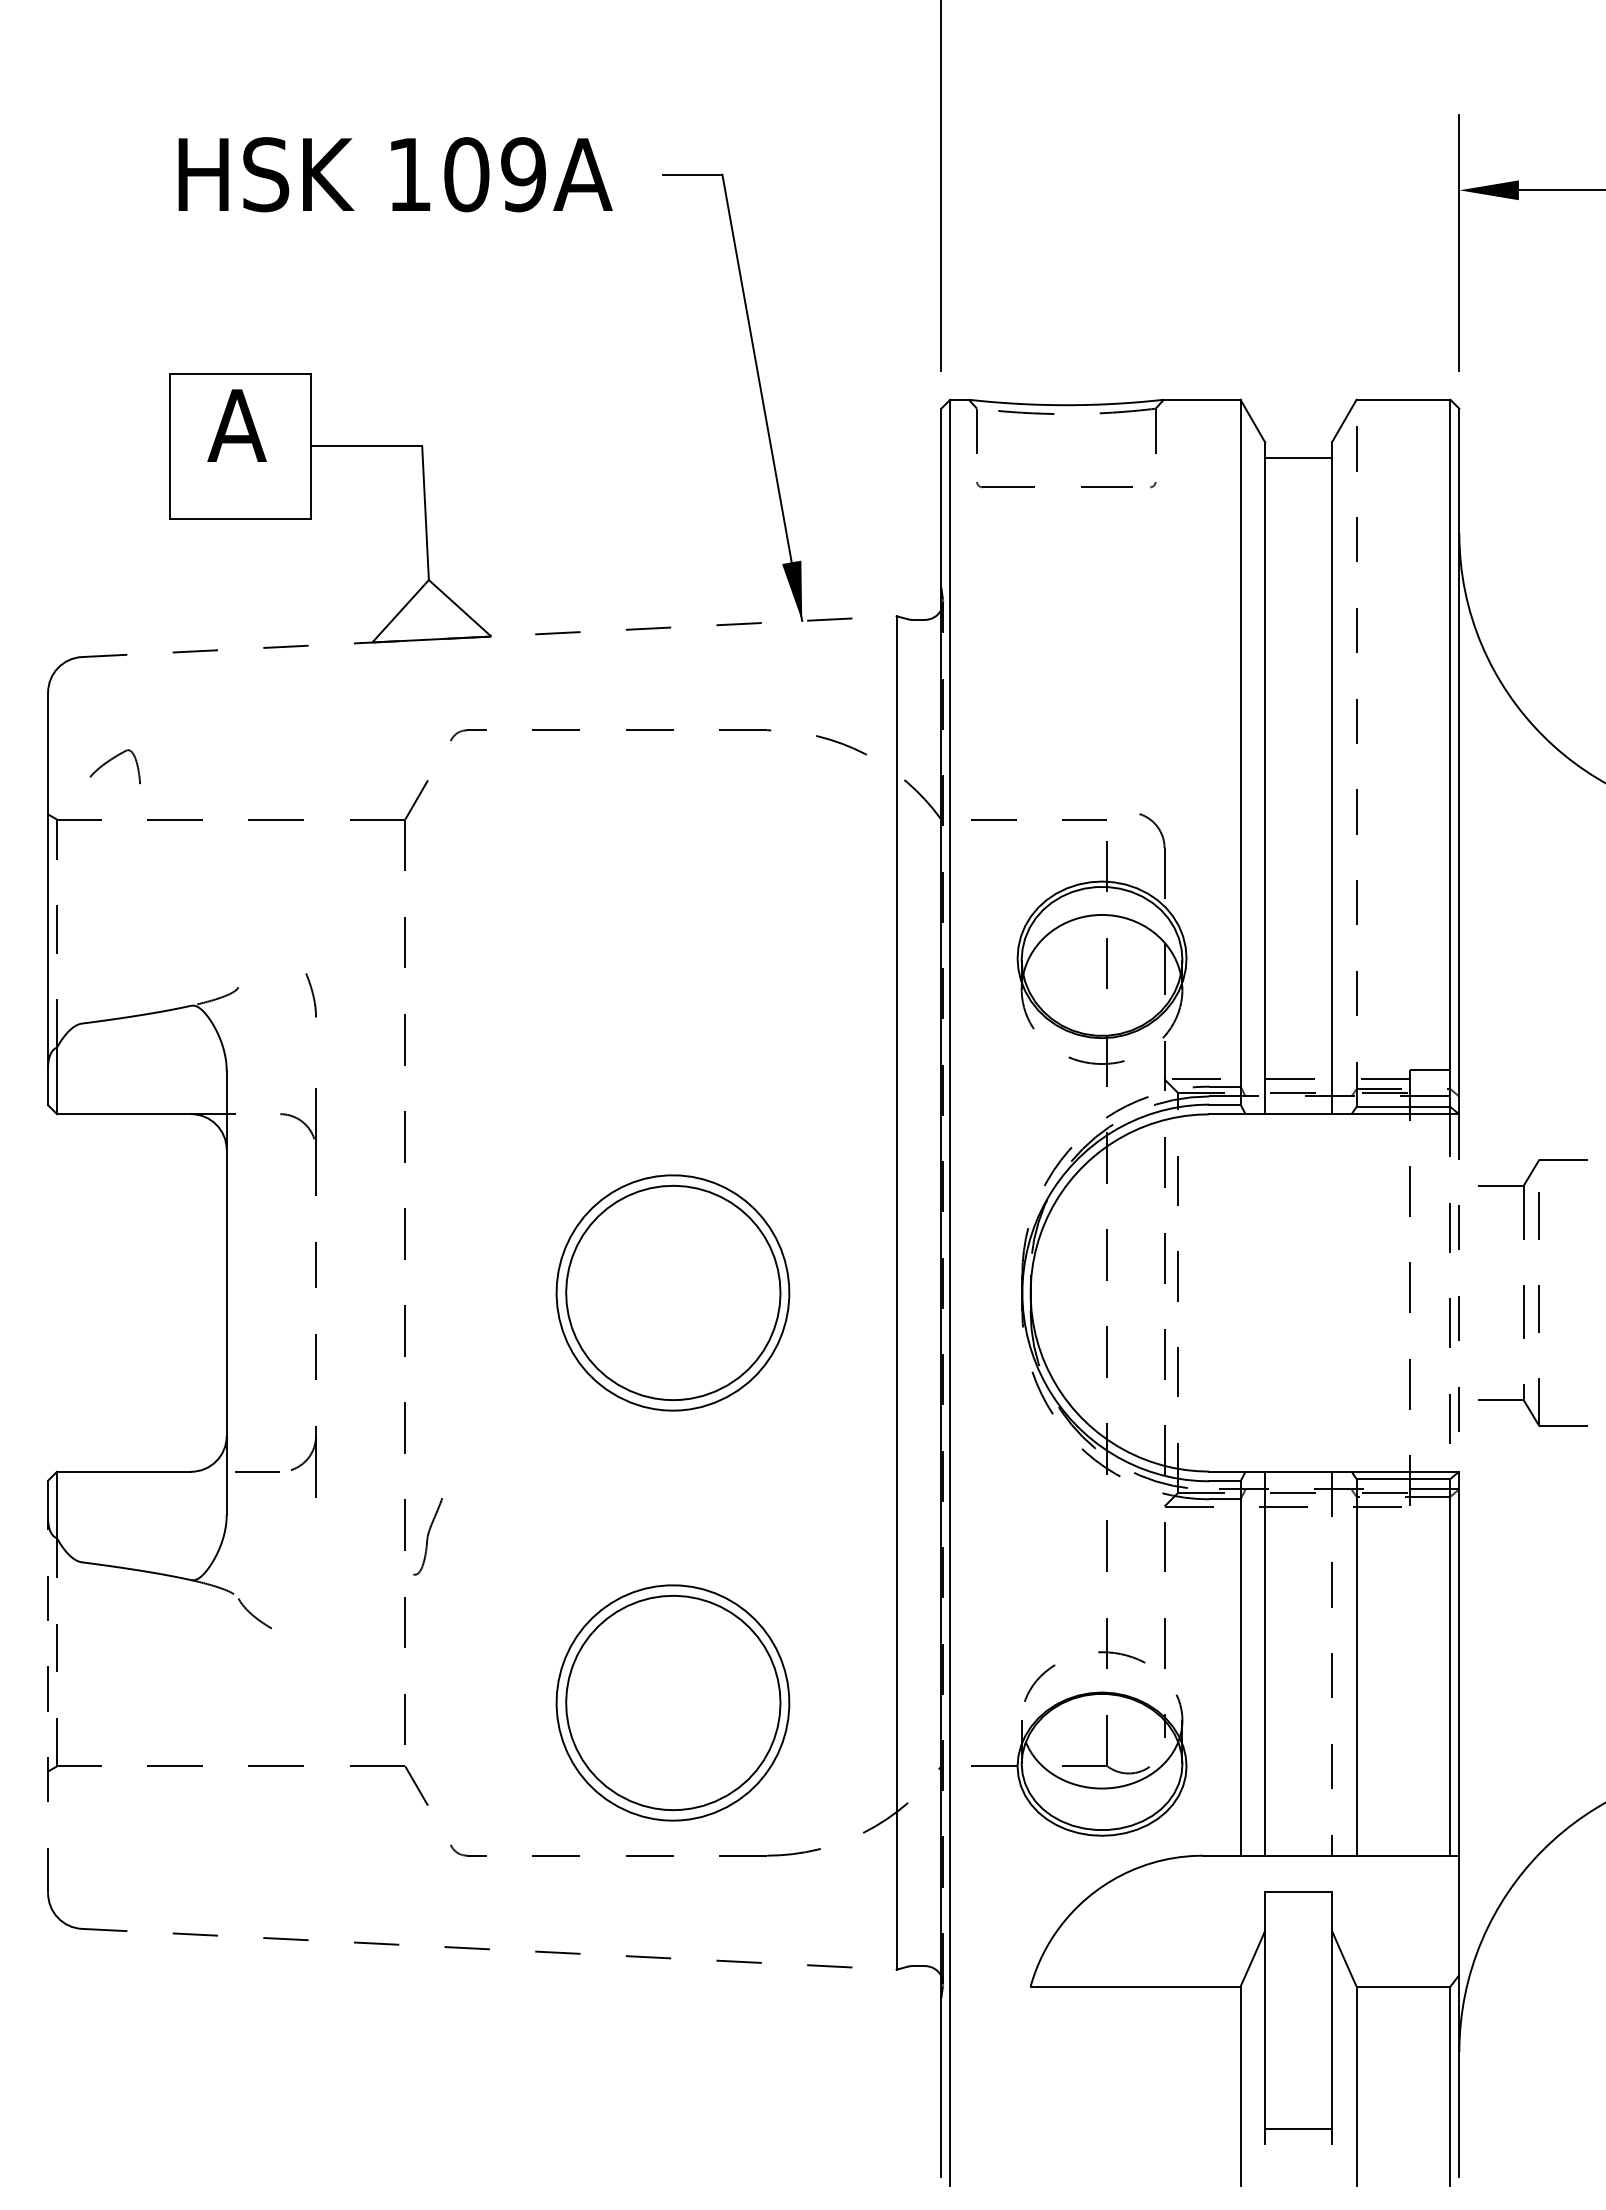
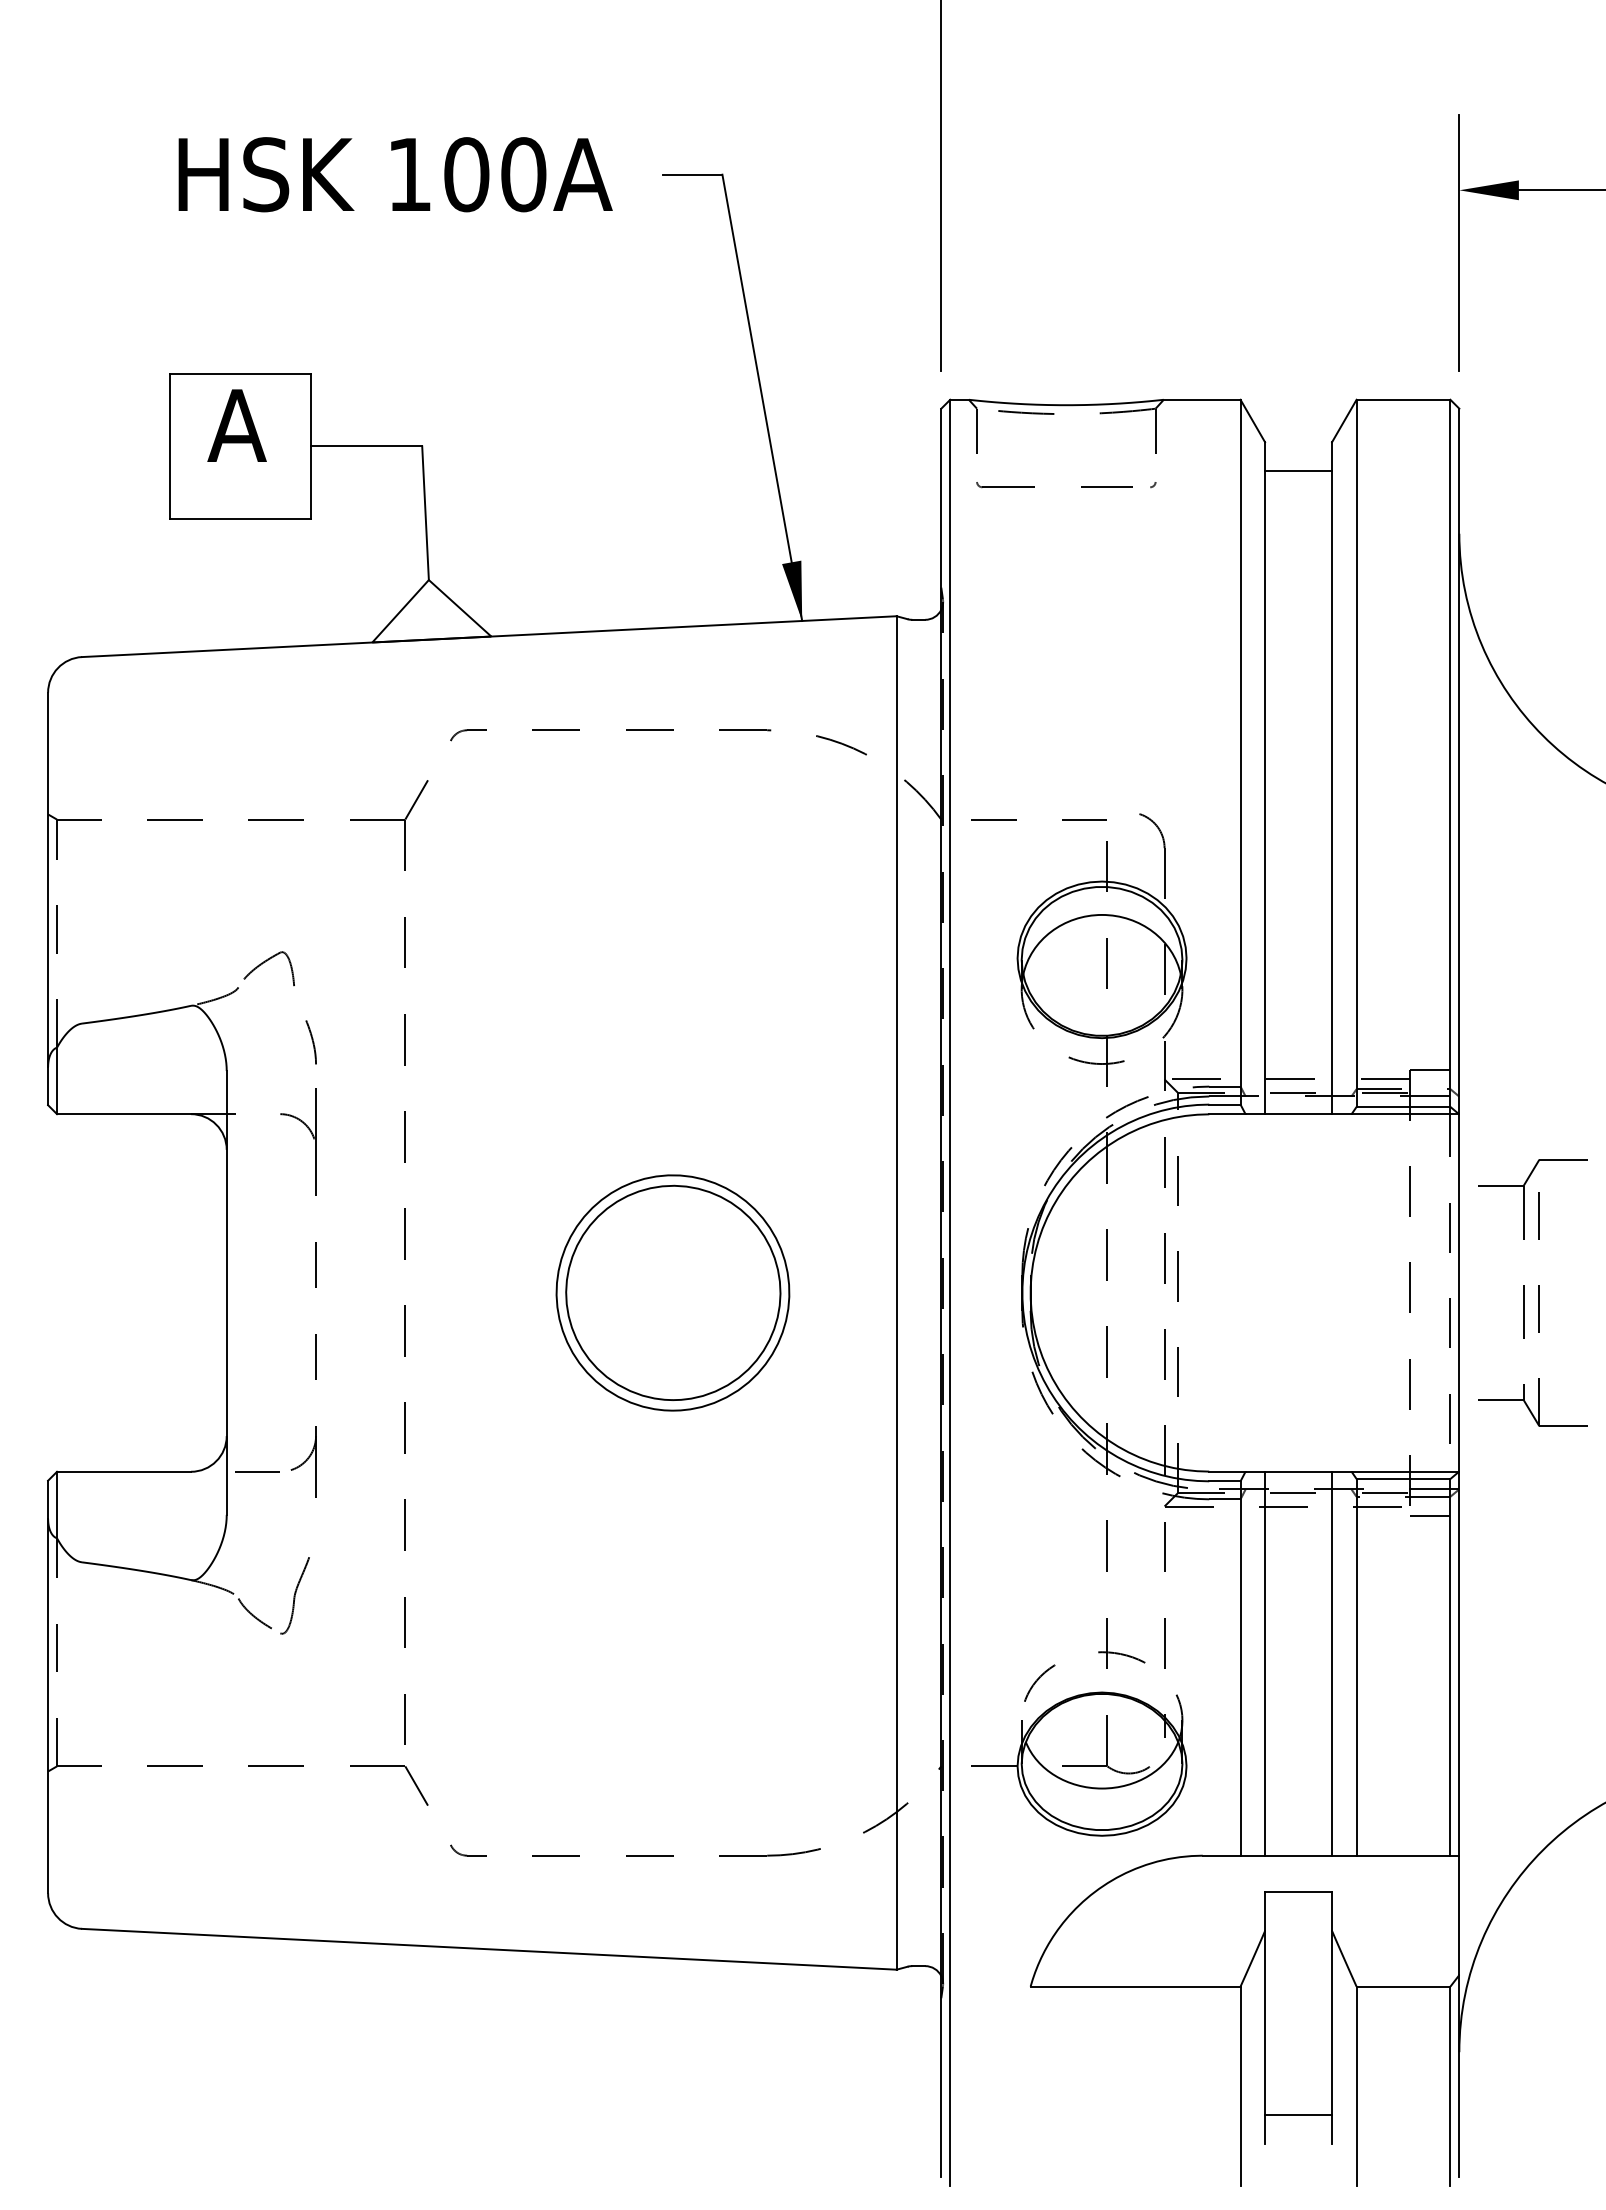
text at (523, 174): 109A -> 100A
line at (1298, 458) position: (1298, 458) -> (1298, 471)
line at (489, 636): dashed -> solid
line at (1356, 753): dashed -> solid
part at (110, 761) position: (110, 761) -> (264, 963)
curve at (312, 995) position: (312, 995) -> (312, 1042)
line at (1459, 1292): dashed -> solid
line at (1429, 1516): none -> present
part at (427, 1536) position: (427, 1536) -> (294, 1595)
line at (1332, 1664): dashed -> solid
part at (672, 1702): present -> none
line at (48, 1705): dashed -> solid
line at (489, 1949): dashed -> solid
line at (1298, 2128) position: (1298, 2128) -> (1298, 2114)
